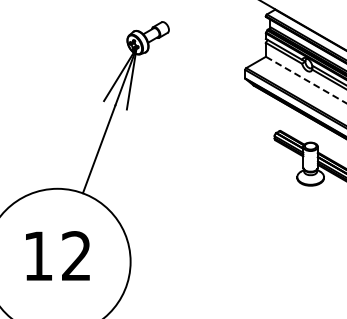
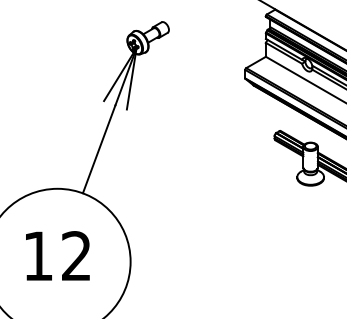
line at (306, 80): dashed -> solid
